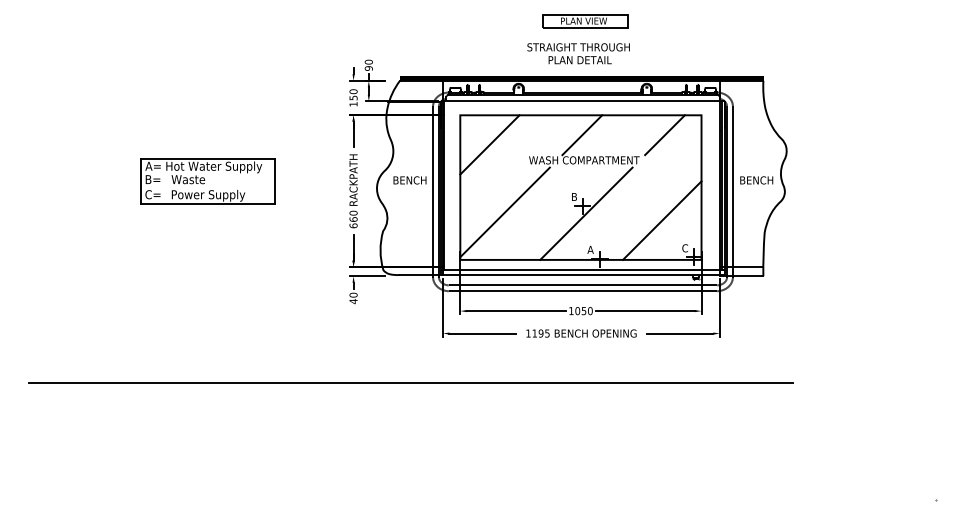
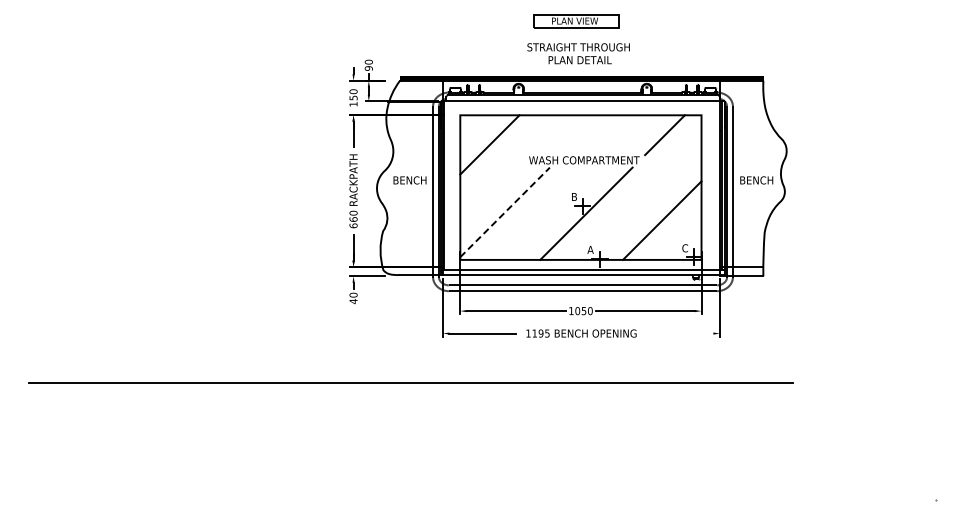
part at (585, 21) position: (585, 21) -> (576, 21)
line at (582, 135): present -> none
part at (207, 181): present -> none
line at (505, 212): solid -> dashed
line at (679, 333): present -> none
